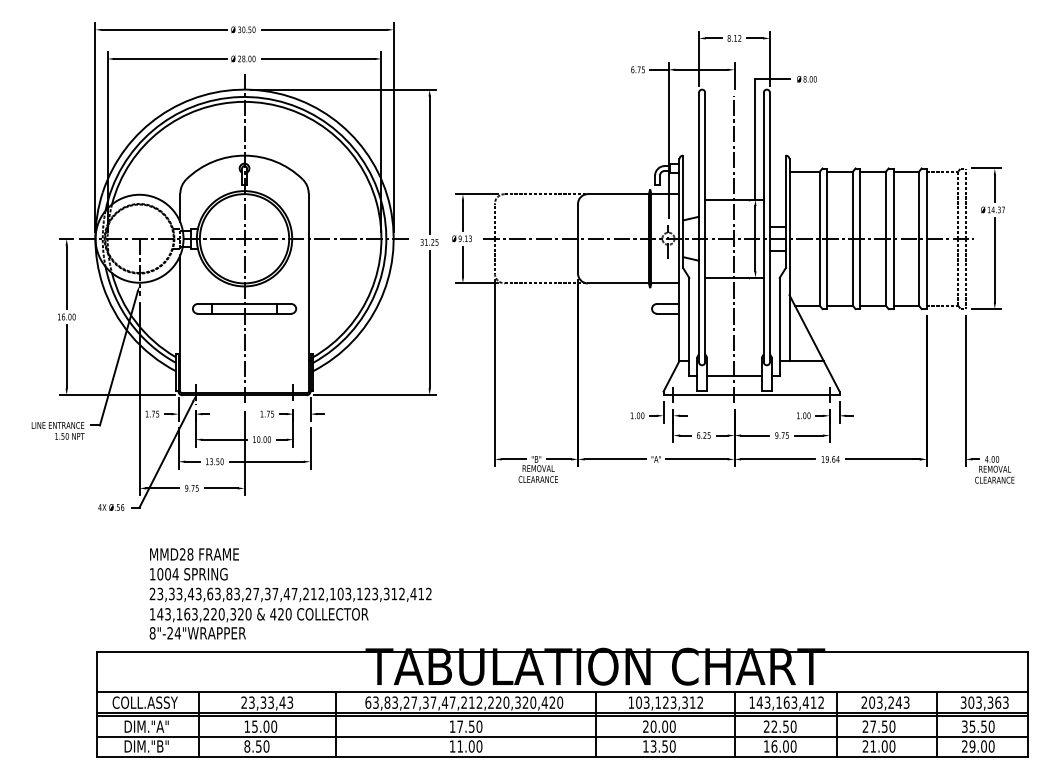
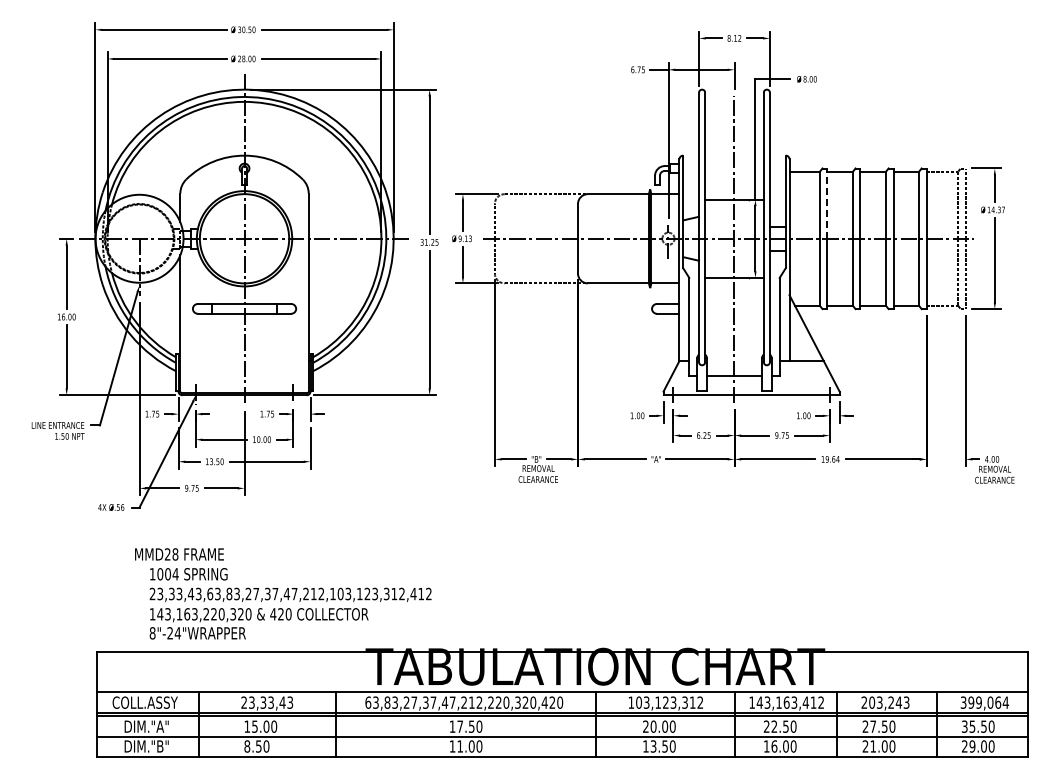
line at (827, 203): solid -> dashed
text at (194, 554) position: (194, 554) -> (179, 554)
text at (988, 702): 303,363 -> 399,064
